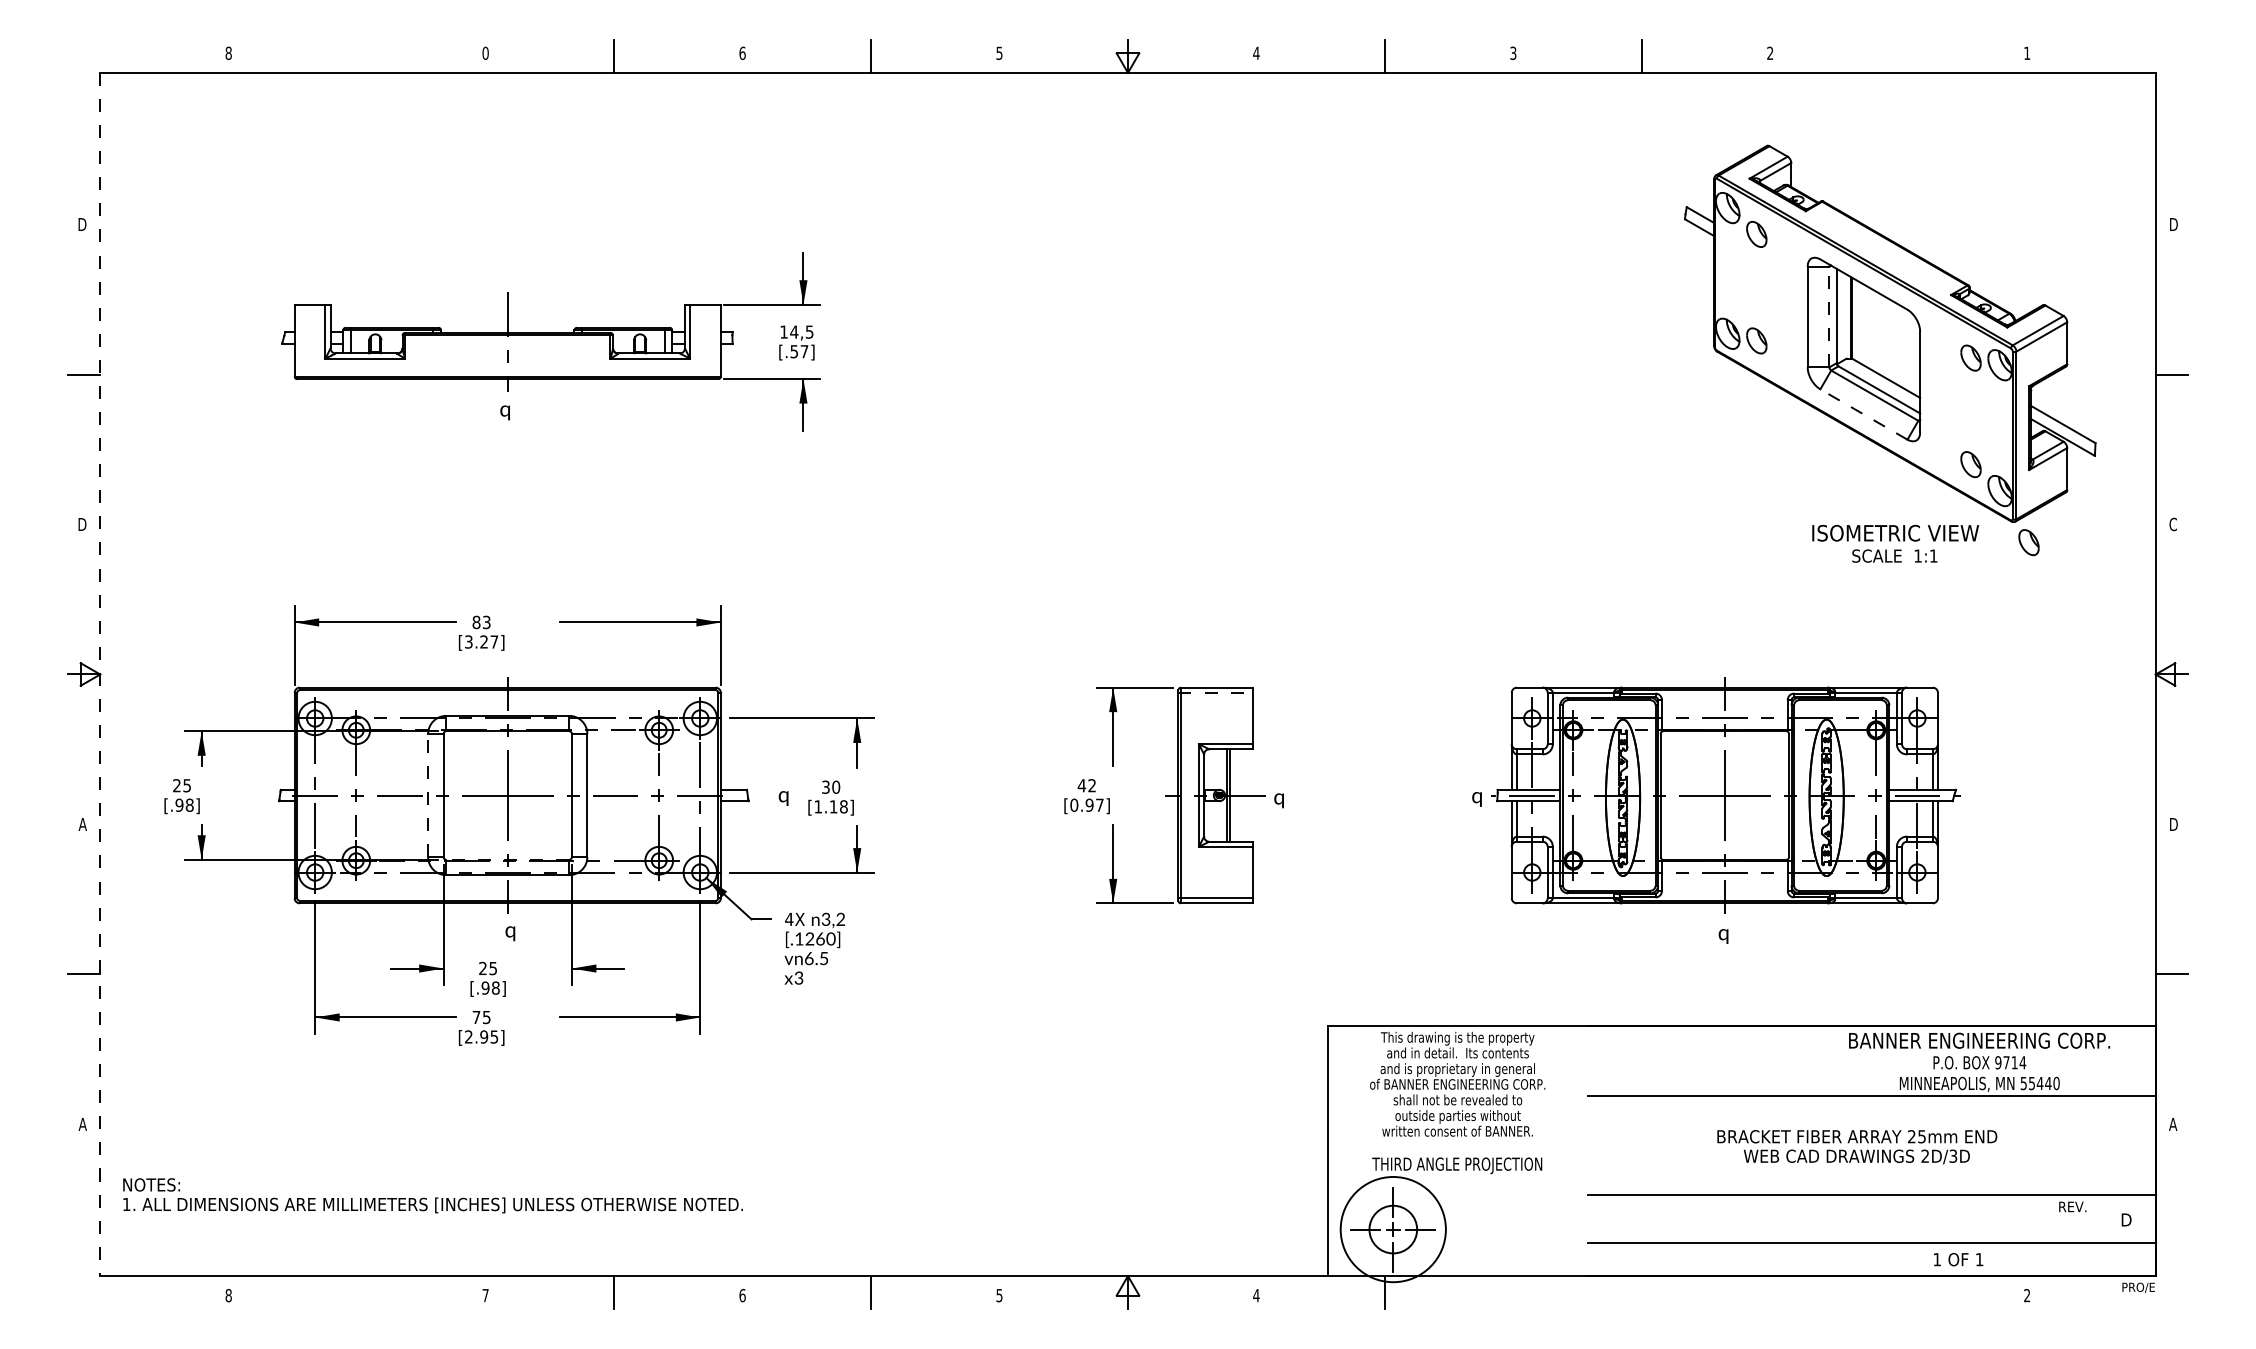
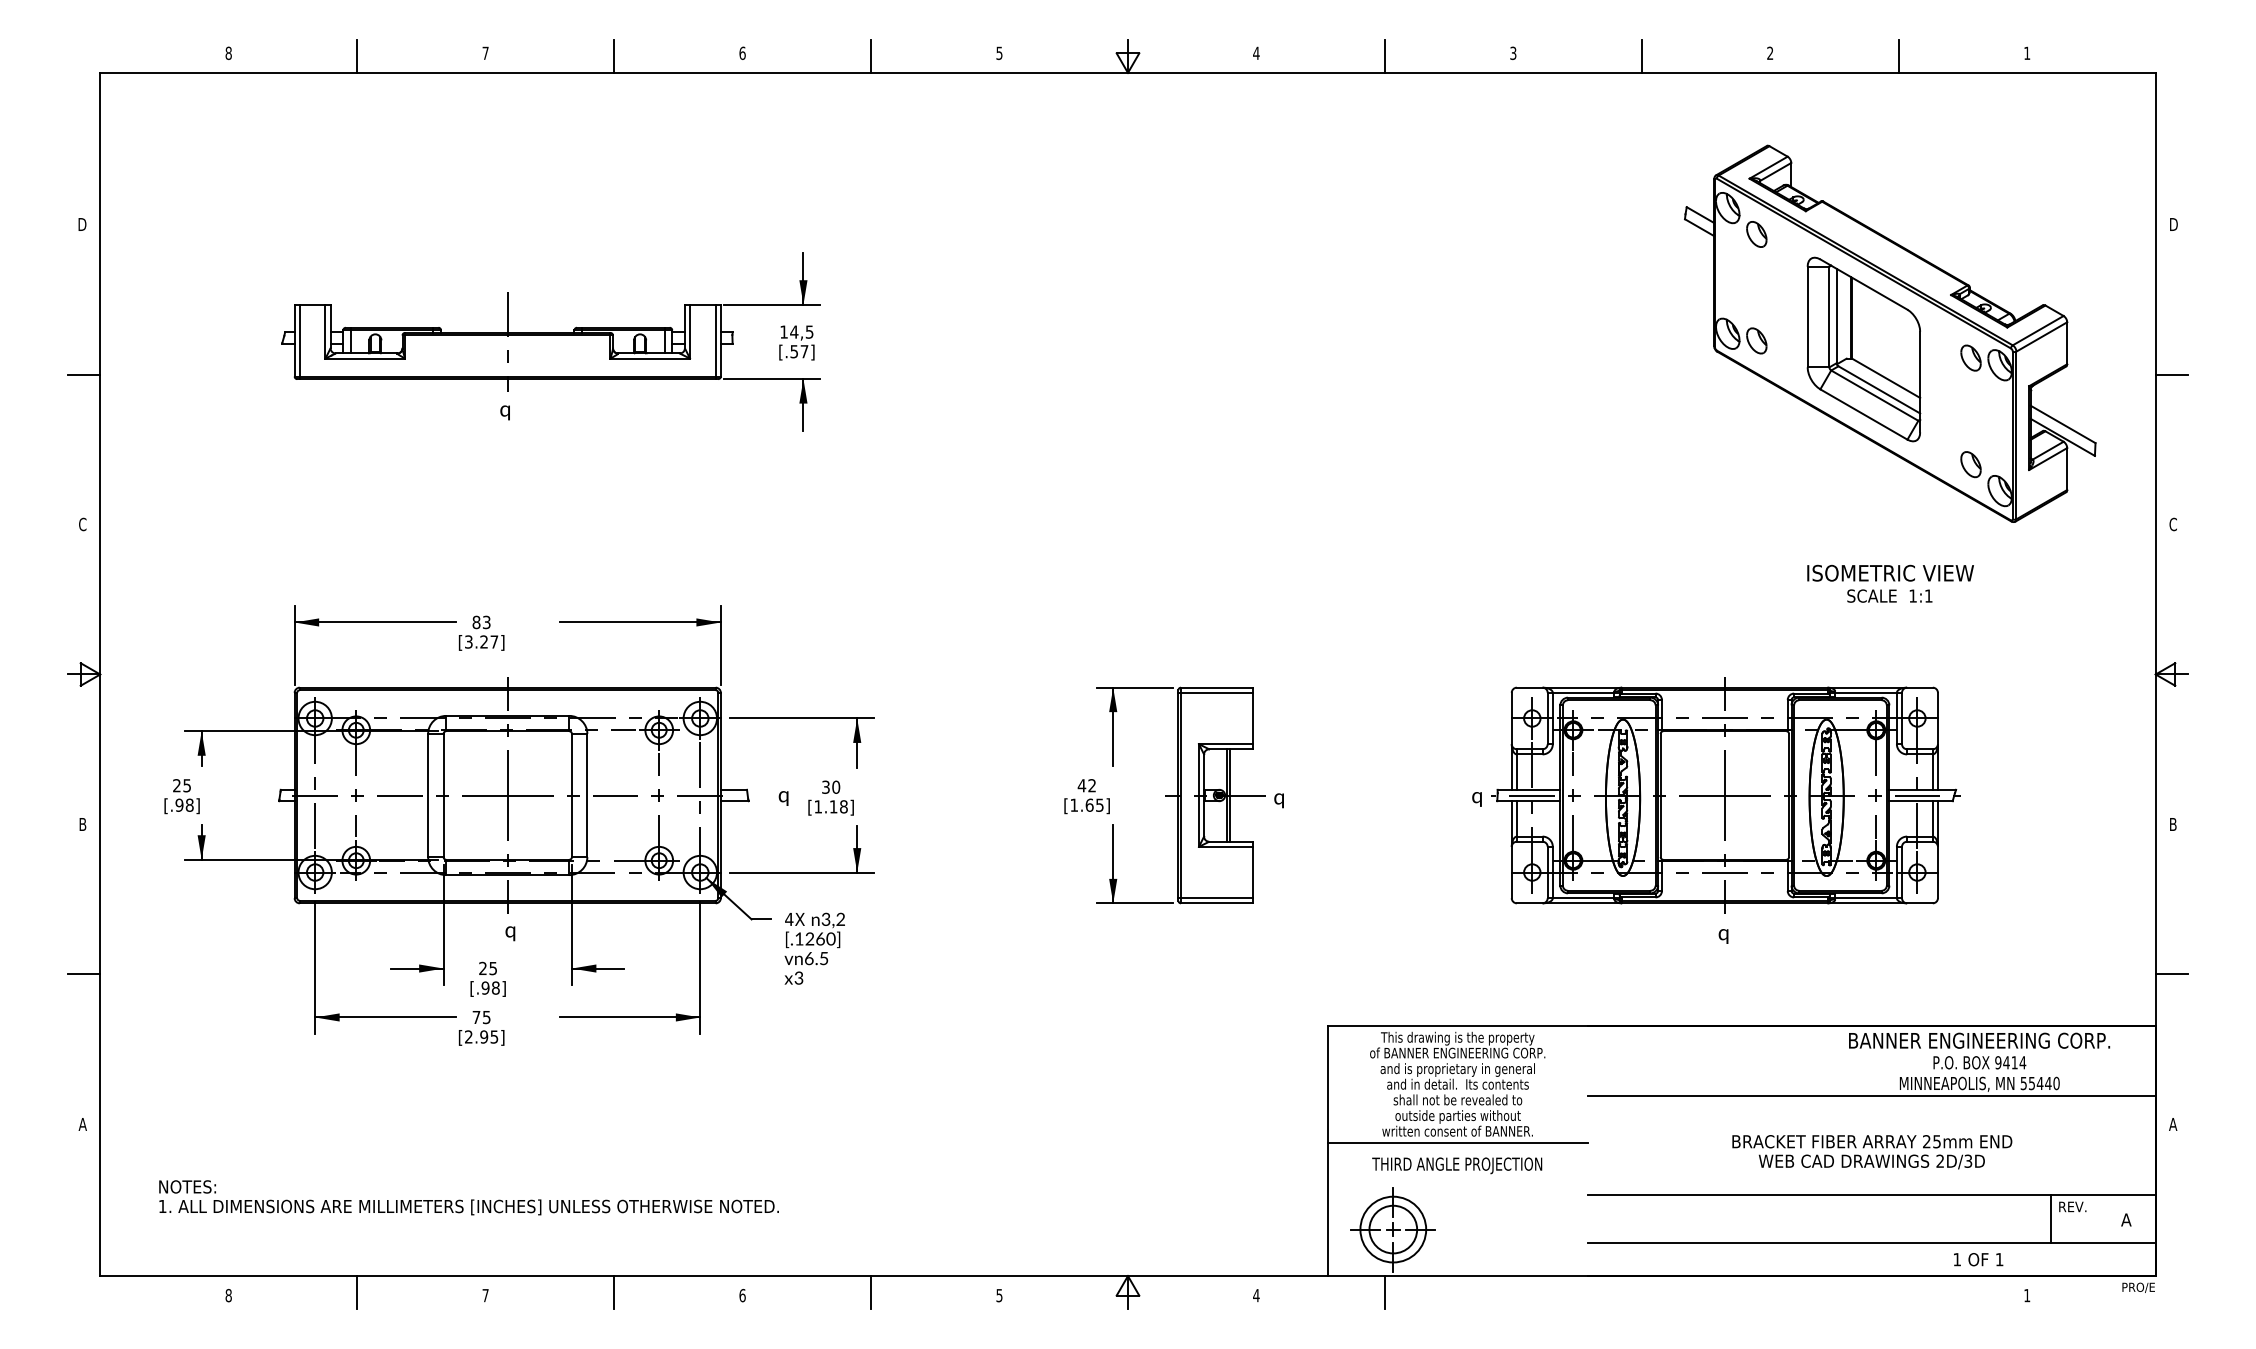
text at (485, 52): 0 -> 7
line at (357, 56): none -> present
line at (1898, 56): none -> present
line at (1829, 316): dashed -> solid
line at (299, 341): none -> present
line at (715, 341): none -> present
line at (1863, 414): dashed -> solid
text at (82, 524): D -> C
part at (2028, 542): present -> none
text at (1895, 543) position: (1895, 543) -> (1890, 583)
line at (100, 674): dashed -> solid
line at (1216, 692): dashed -> solid
line at (428, 795): dashed -> solid
text at (1086, 804): [0.97] -> [1.65]
text at (82, 824): A -> B
text at (2174, 824): D -> B
line at (507, 859): dashed -> solid
text at (1457, 1052): and in detail.  Its contents -> of BANNER ENGINEERING CORP.
text at (2006, 1062): 9714 -> 9414
text at (1457, 1083): of BANNER ENGINEERING CORP. -> and in detail.  Its contents
line at (1457, 1143): none -> present
text at (1857, 1147) position: (1857, 1147) -> (1872, 1152)
text at (432, 1195) position: (432, 1195) -> (468, 1197)
line at (2051, 1219): none -> present
text at (2126, 1219): D -> A
circle at (1392, 1229) diameter: 105 px -> 66 px
text at (1958, 1259) position: (1958, 1259) -> (1978, 1259)
line at (357, 1292): none -> present
text at (2027, 1295): 2 -> 1
